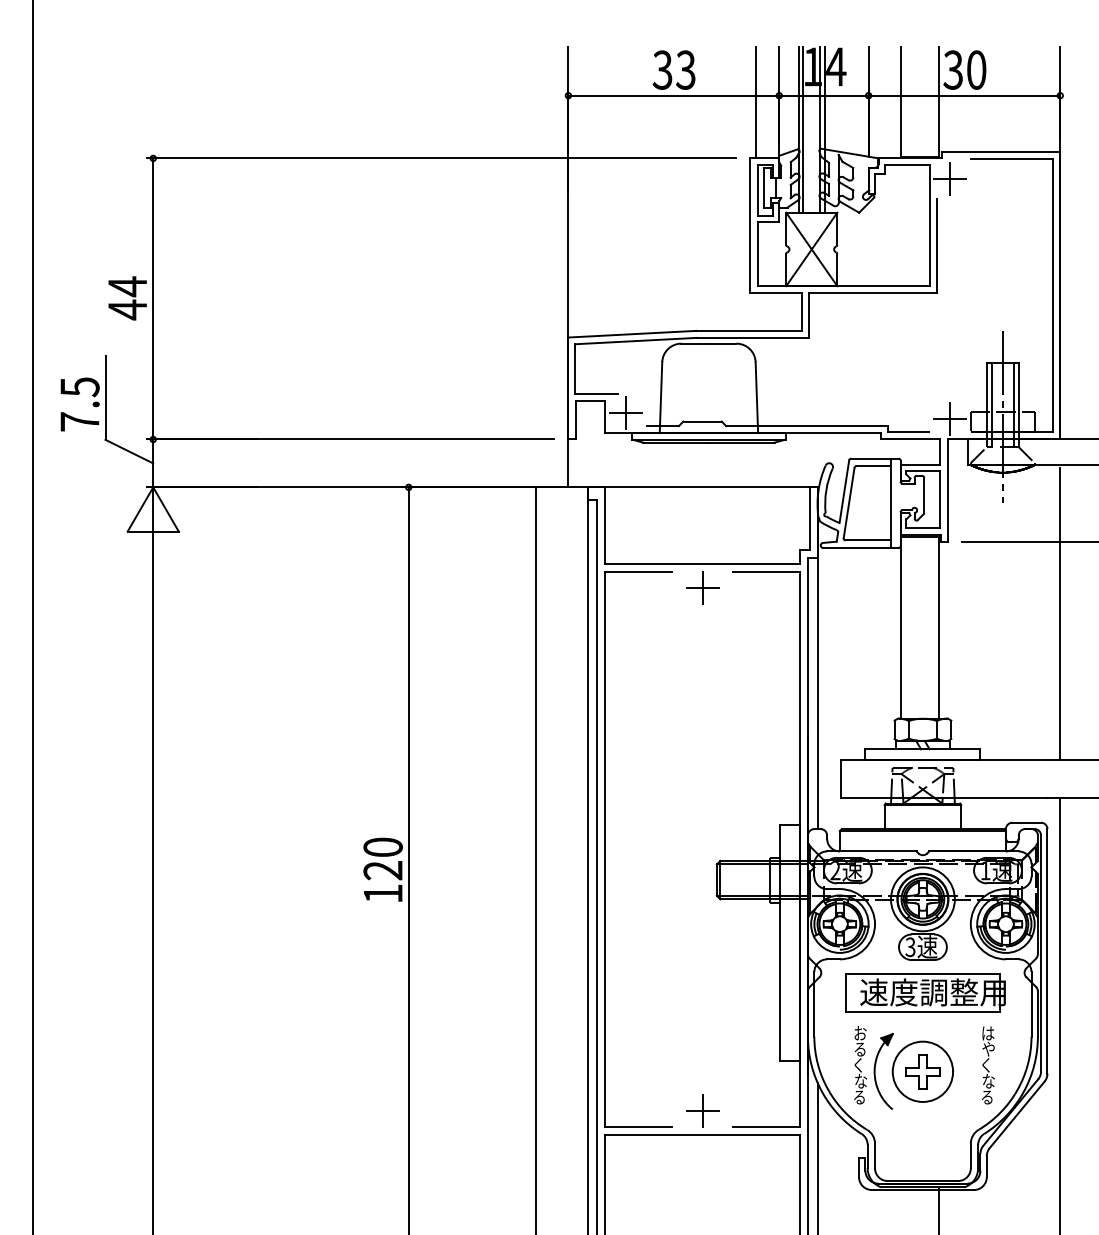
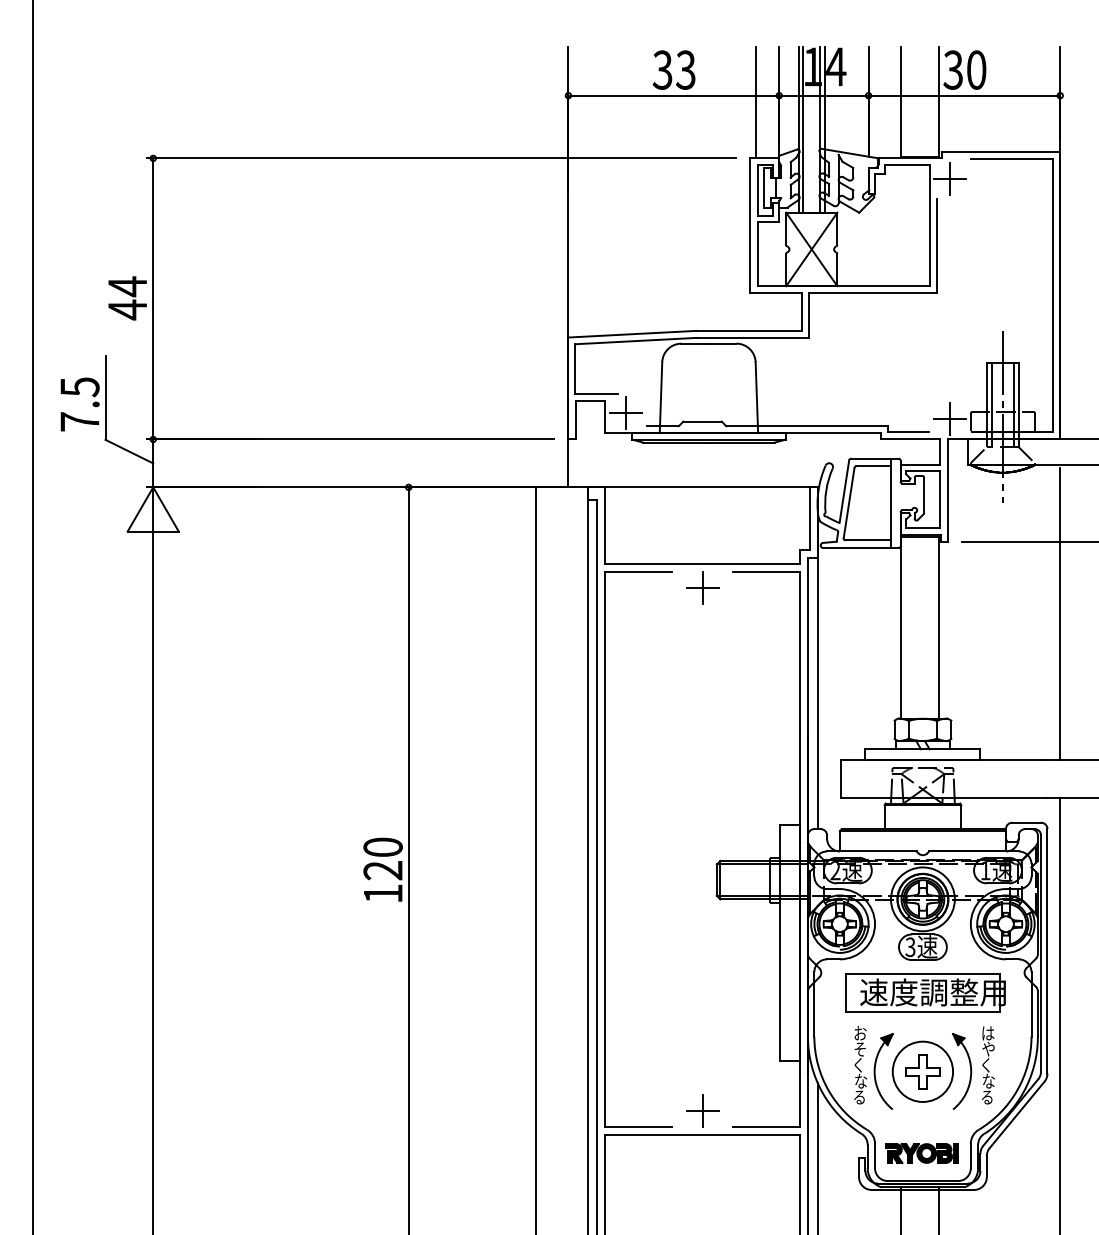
text at (859, 1049): る -> そ
part at (970, 1071): none -> present
part at (921, 1153): none -> present
line at (900, 1209): none -> present
